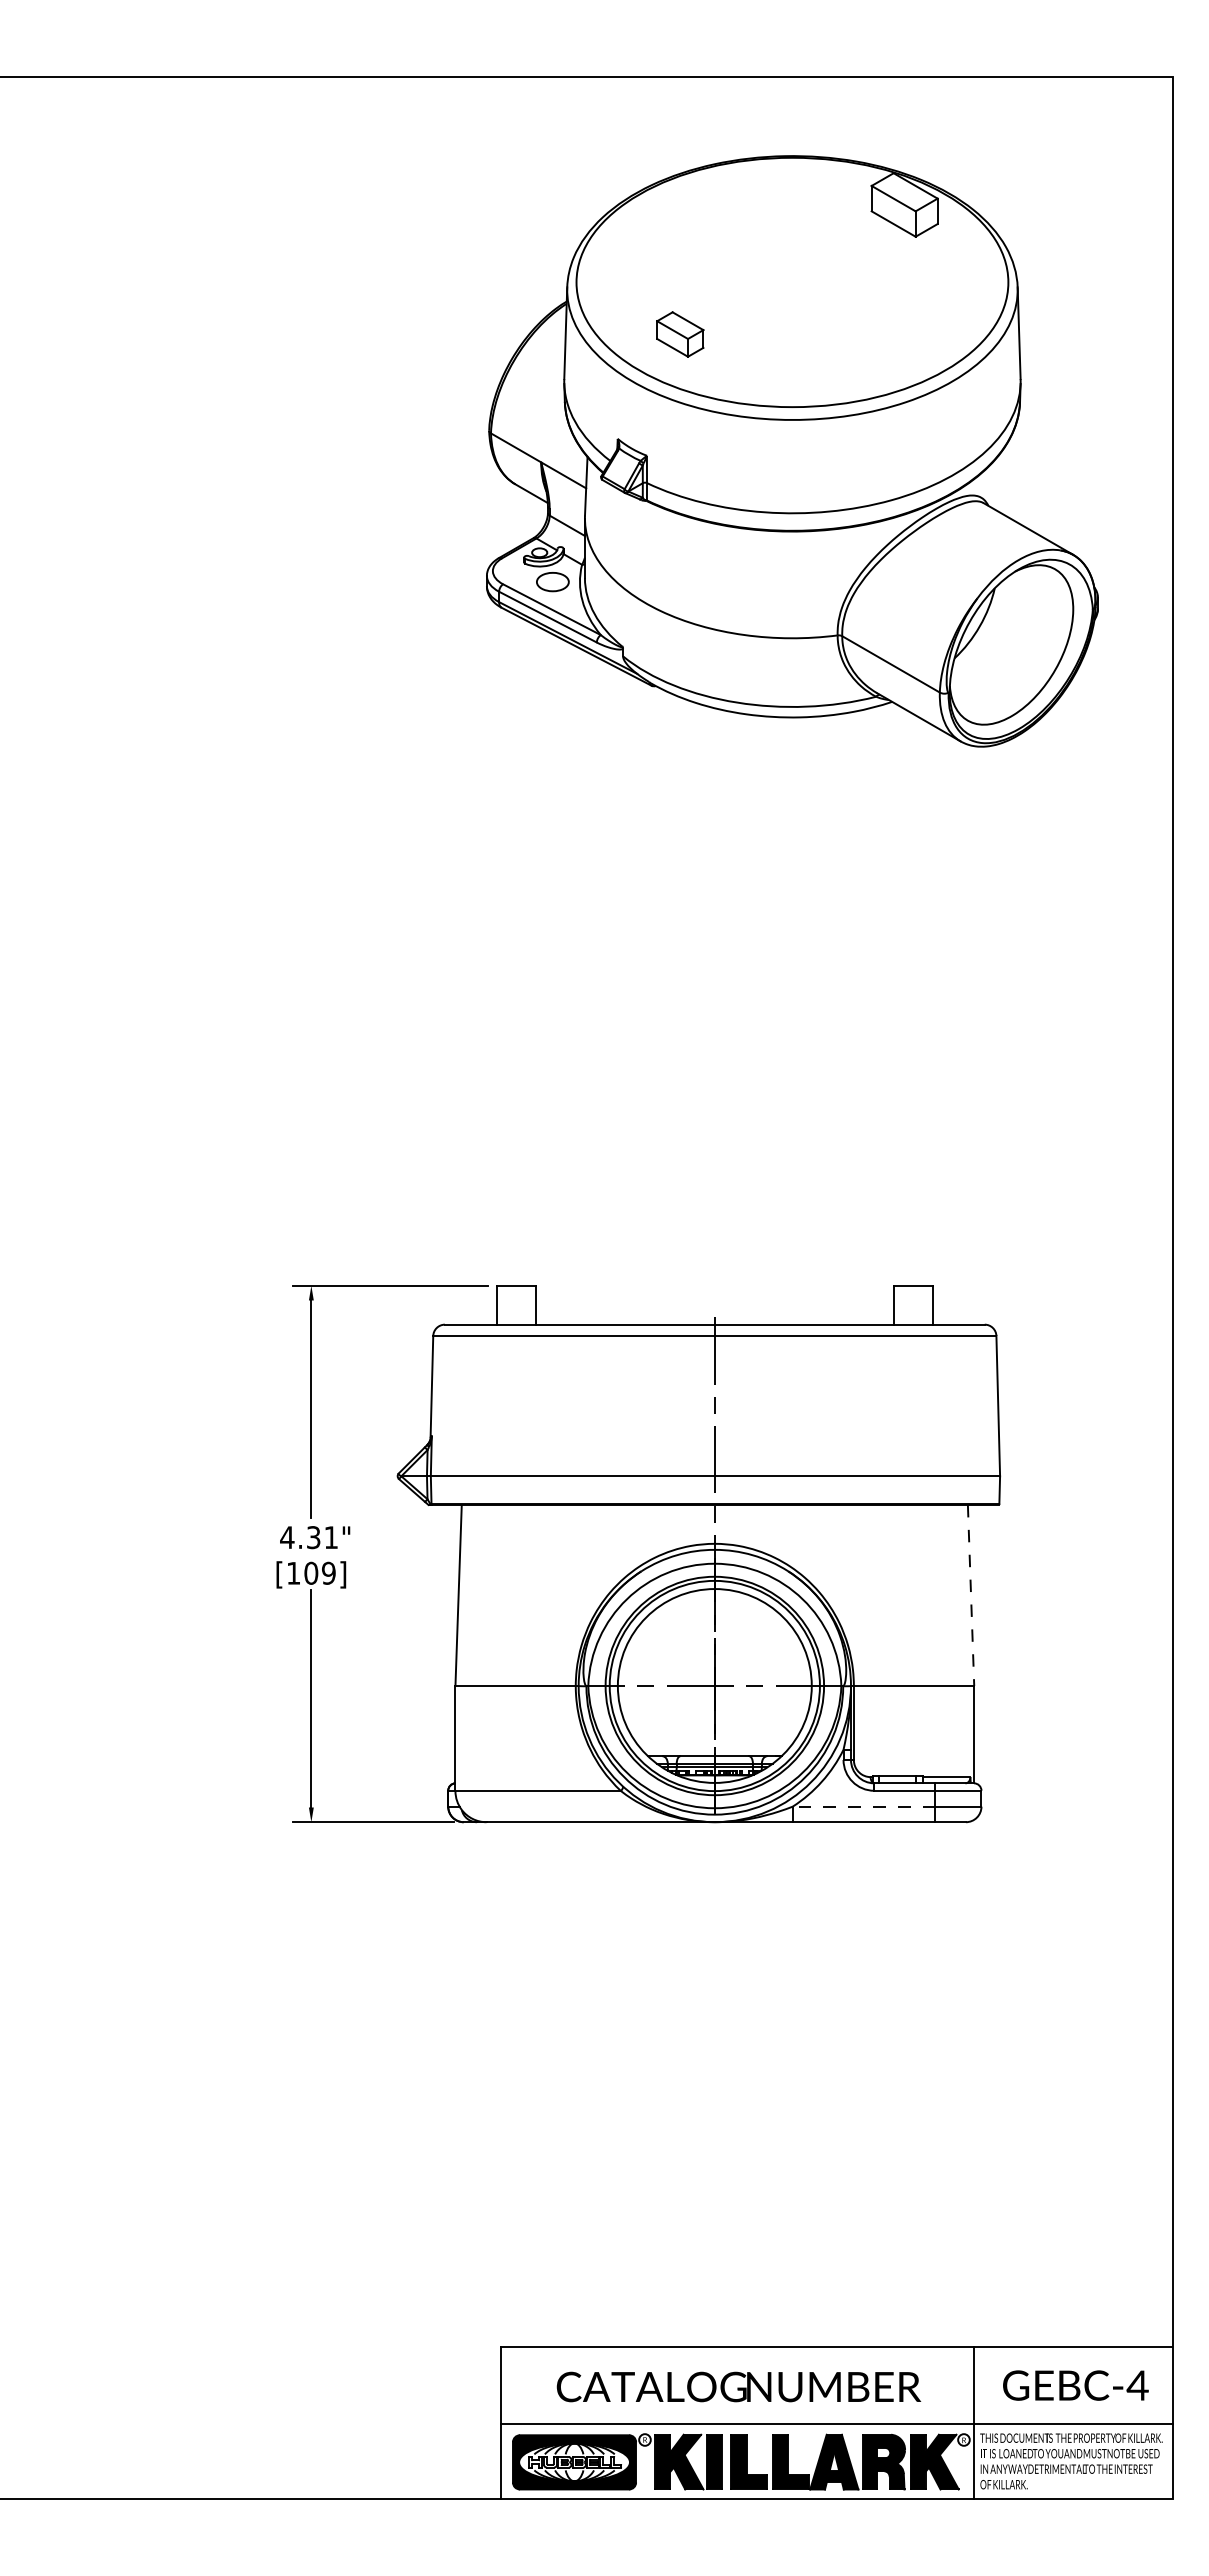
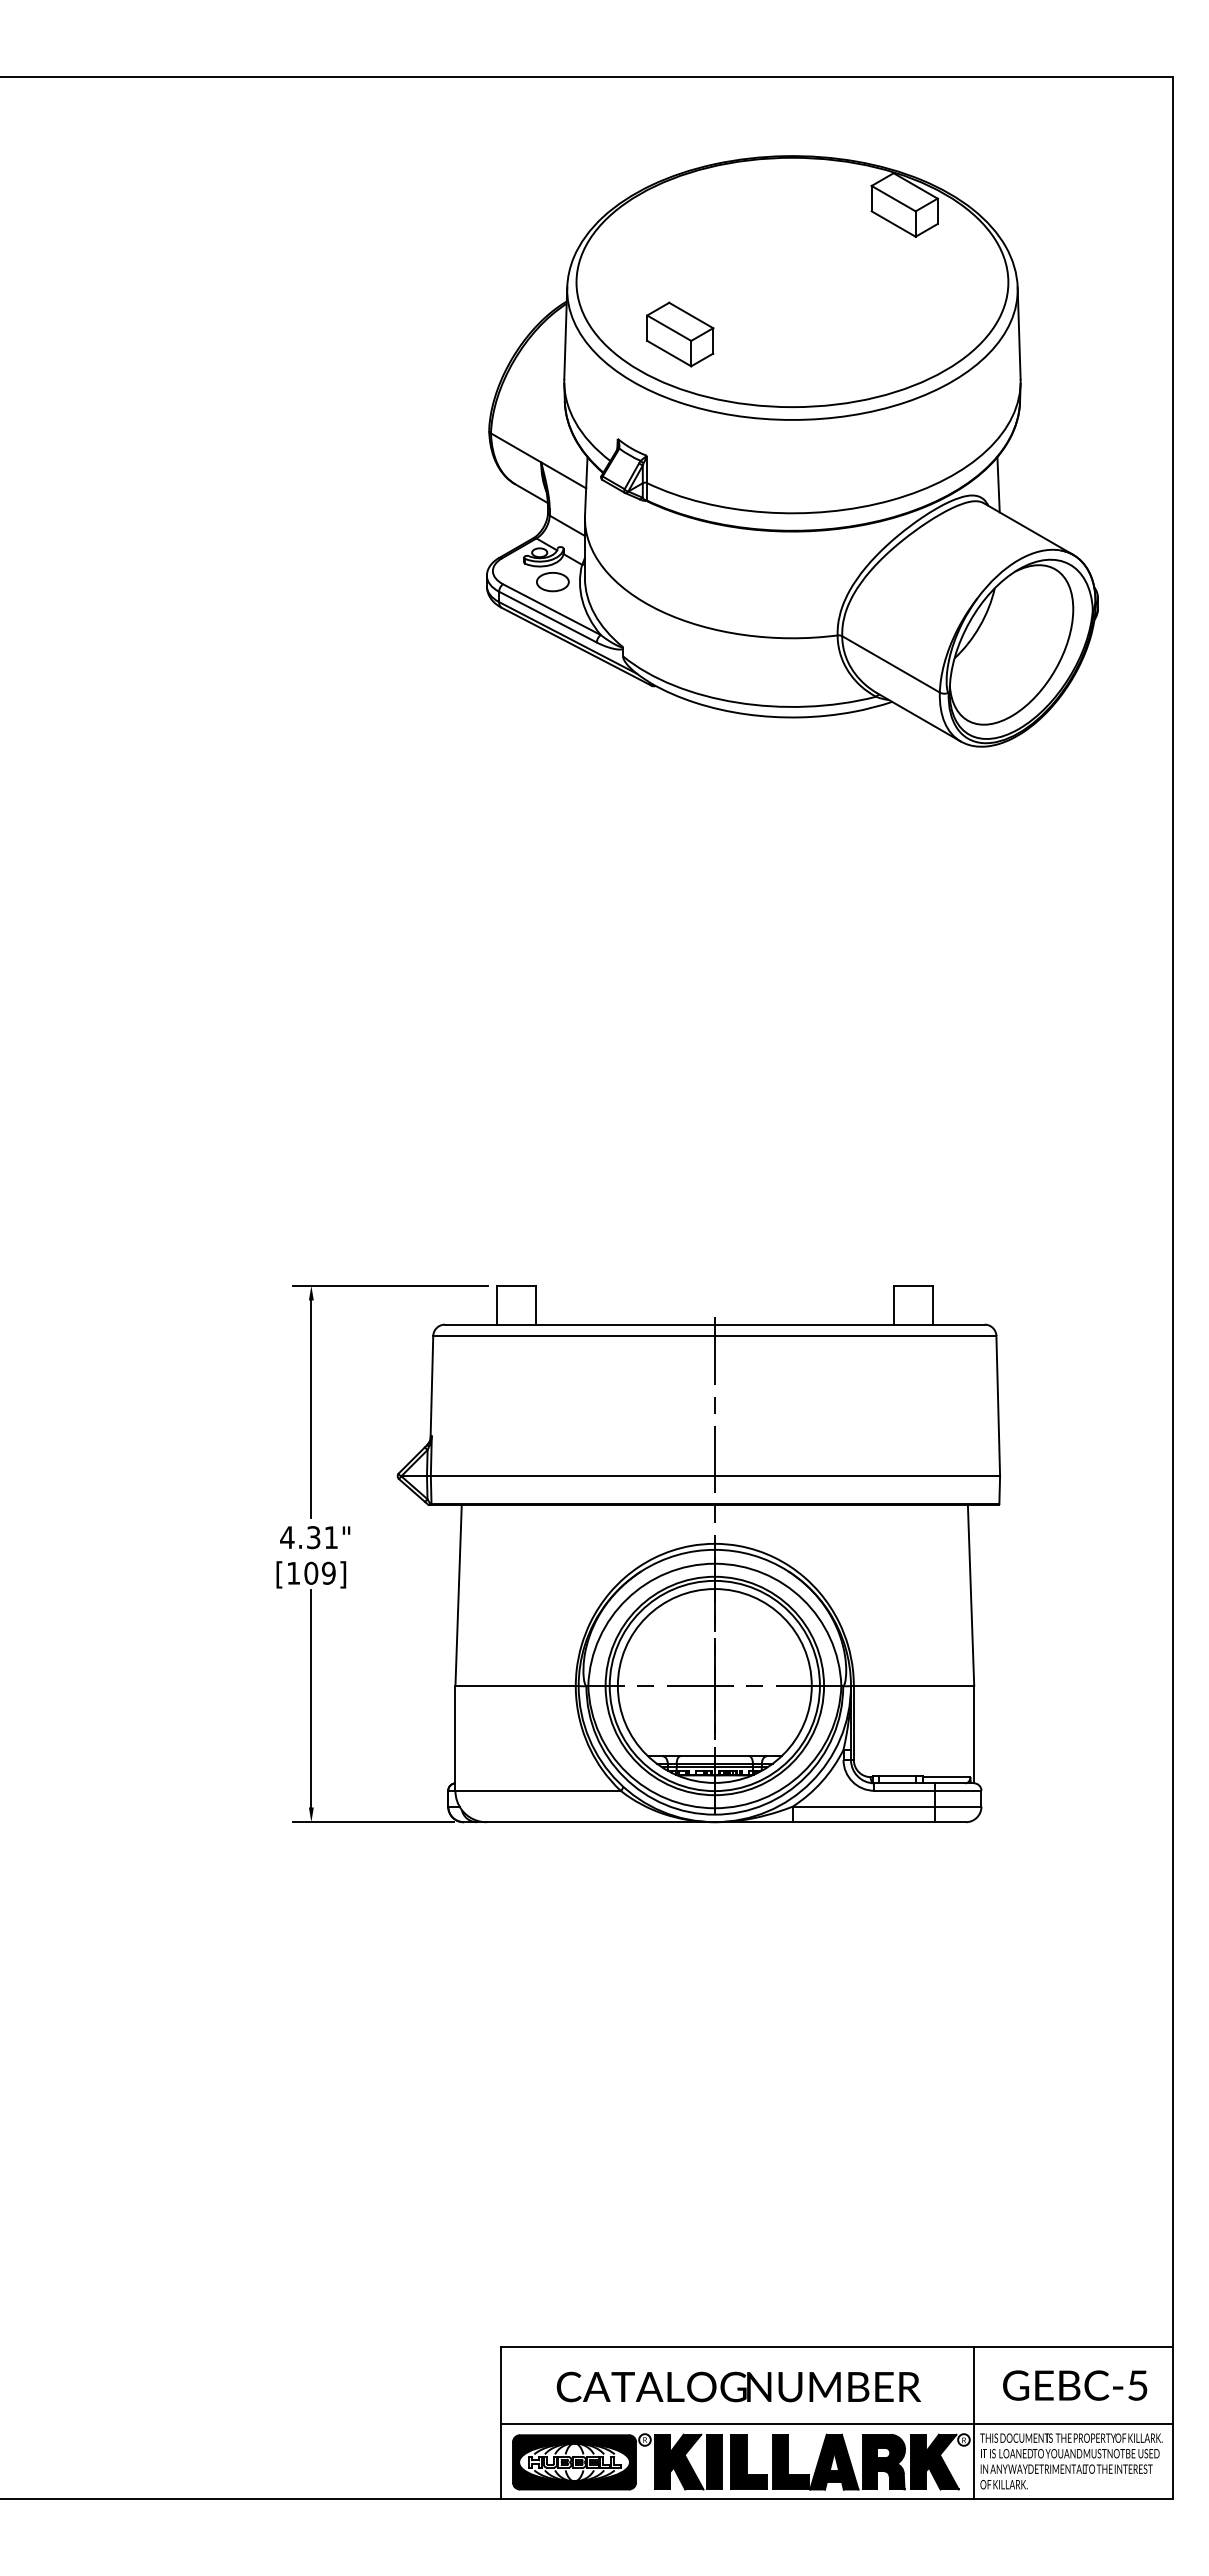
part at (680, 334) size: 49x47 px -> 69x67 px
line at (998, 484): none -> present
line at (971, 1595): dashed -> solid
line at (863, 1806): dashed -> solid
text at (1137, 2385): GEBC-4 -> GEBC-5
